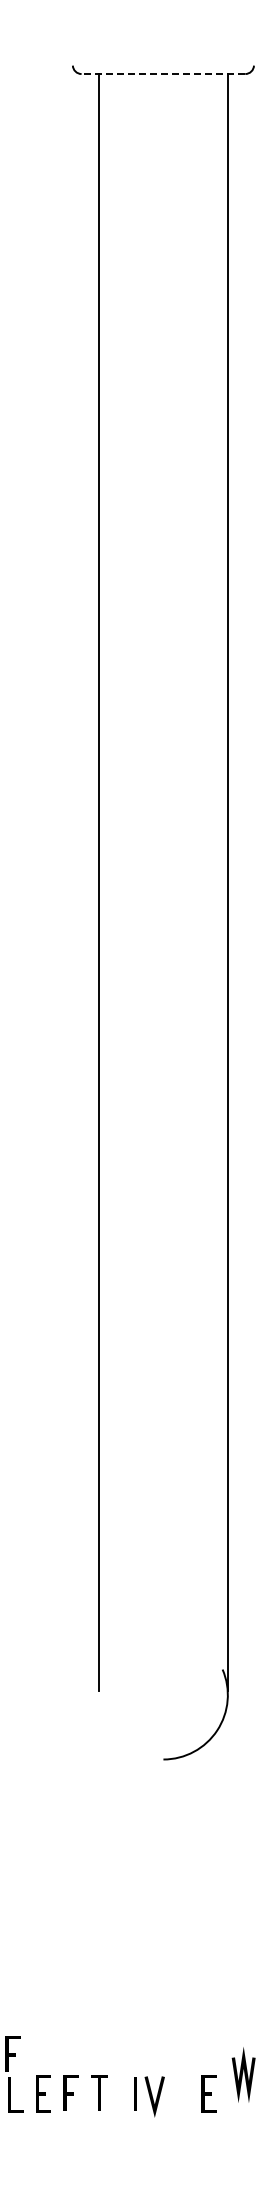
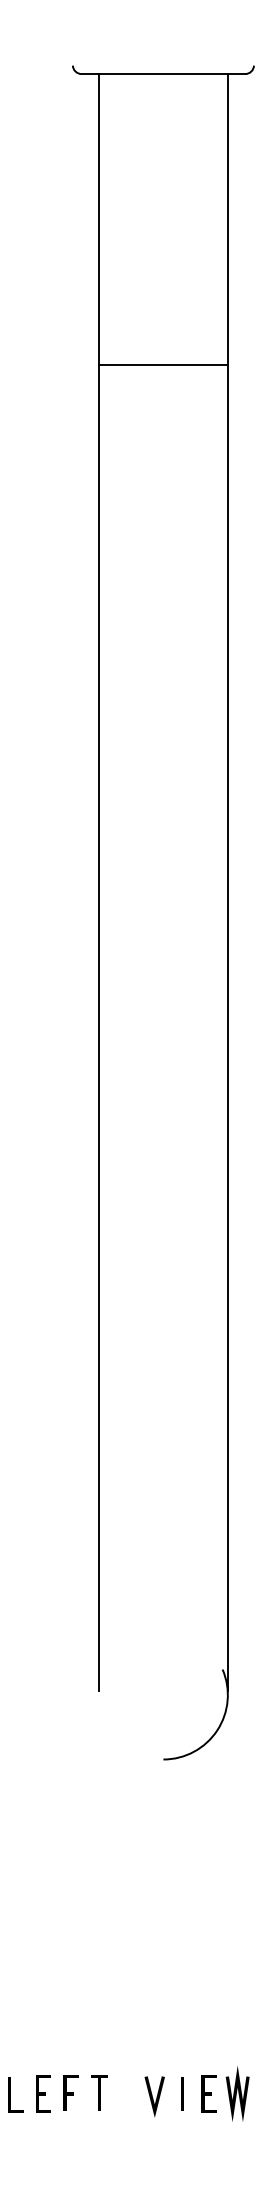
line at (163, 74): dashed -> solid
line at (163, 364): none -> present
part at (12, 2053): present -> none
line at (242, 2074) position: (242, 2074) -> (236, 2093)
line at (135, 2093) position: (135, 2093) -> (182, 2093)
